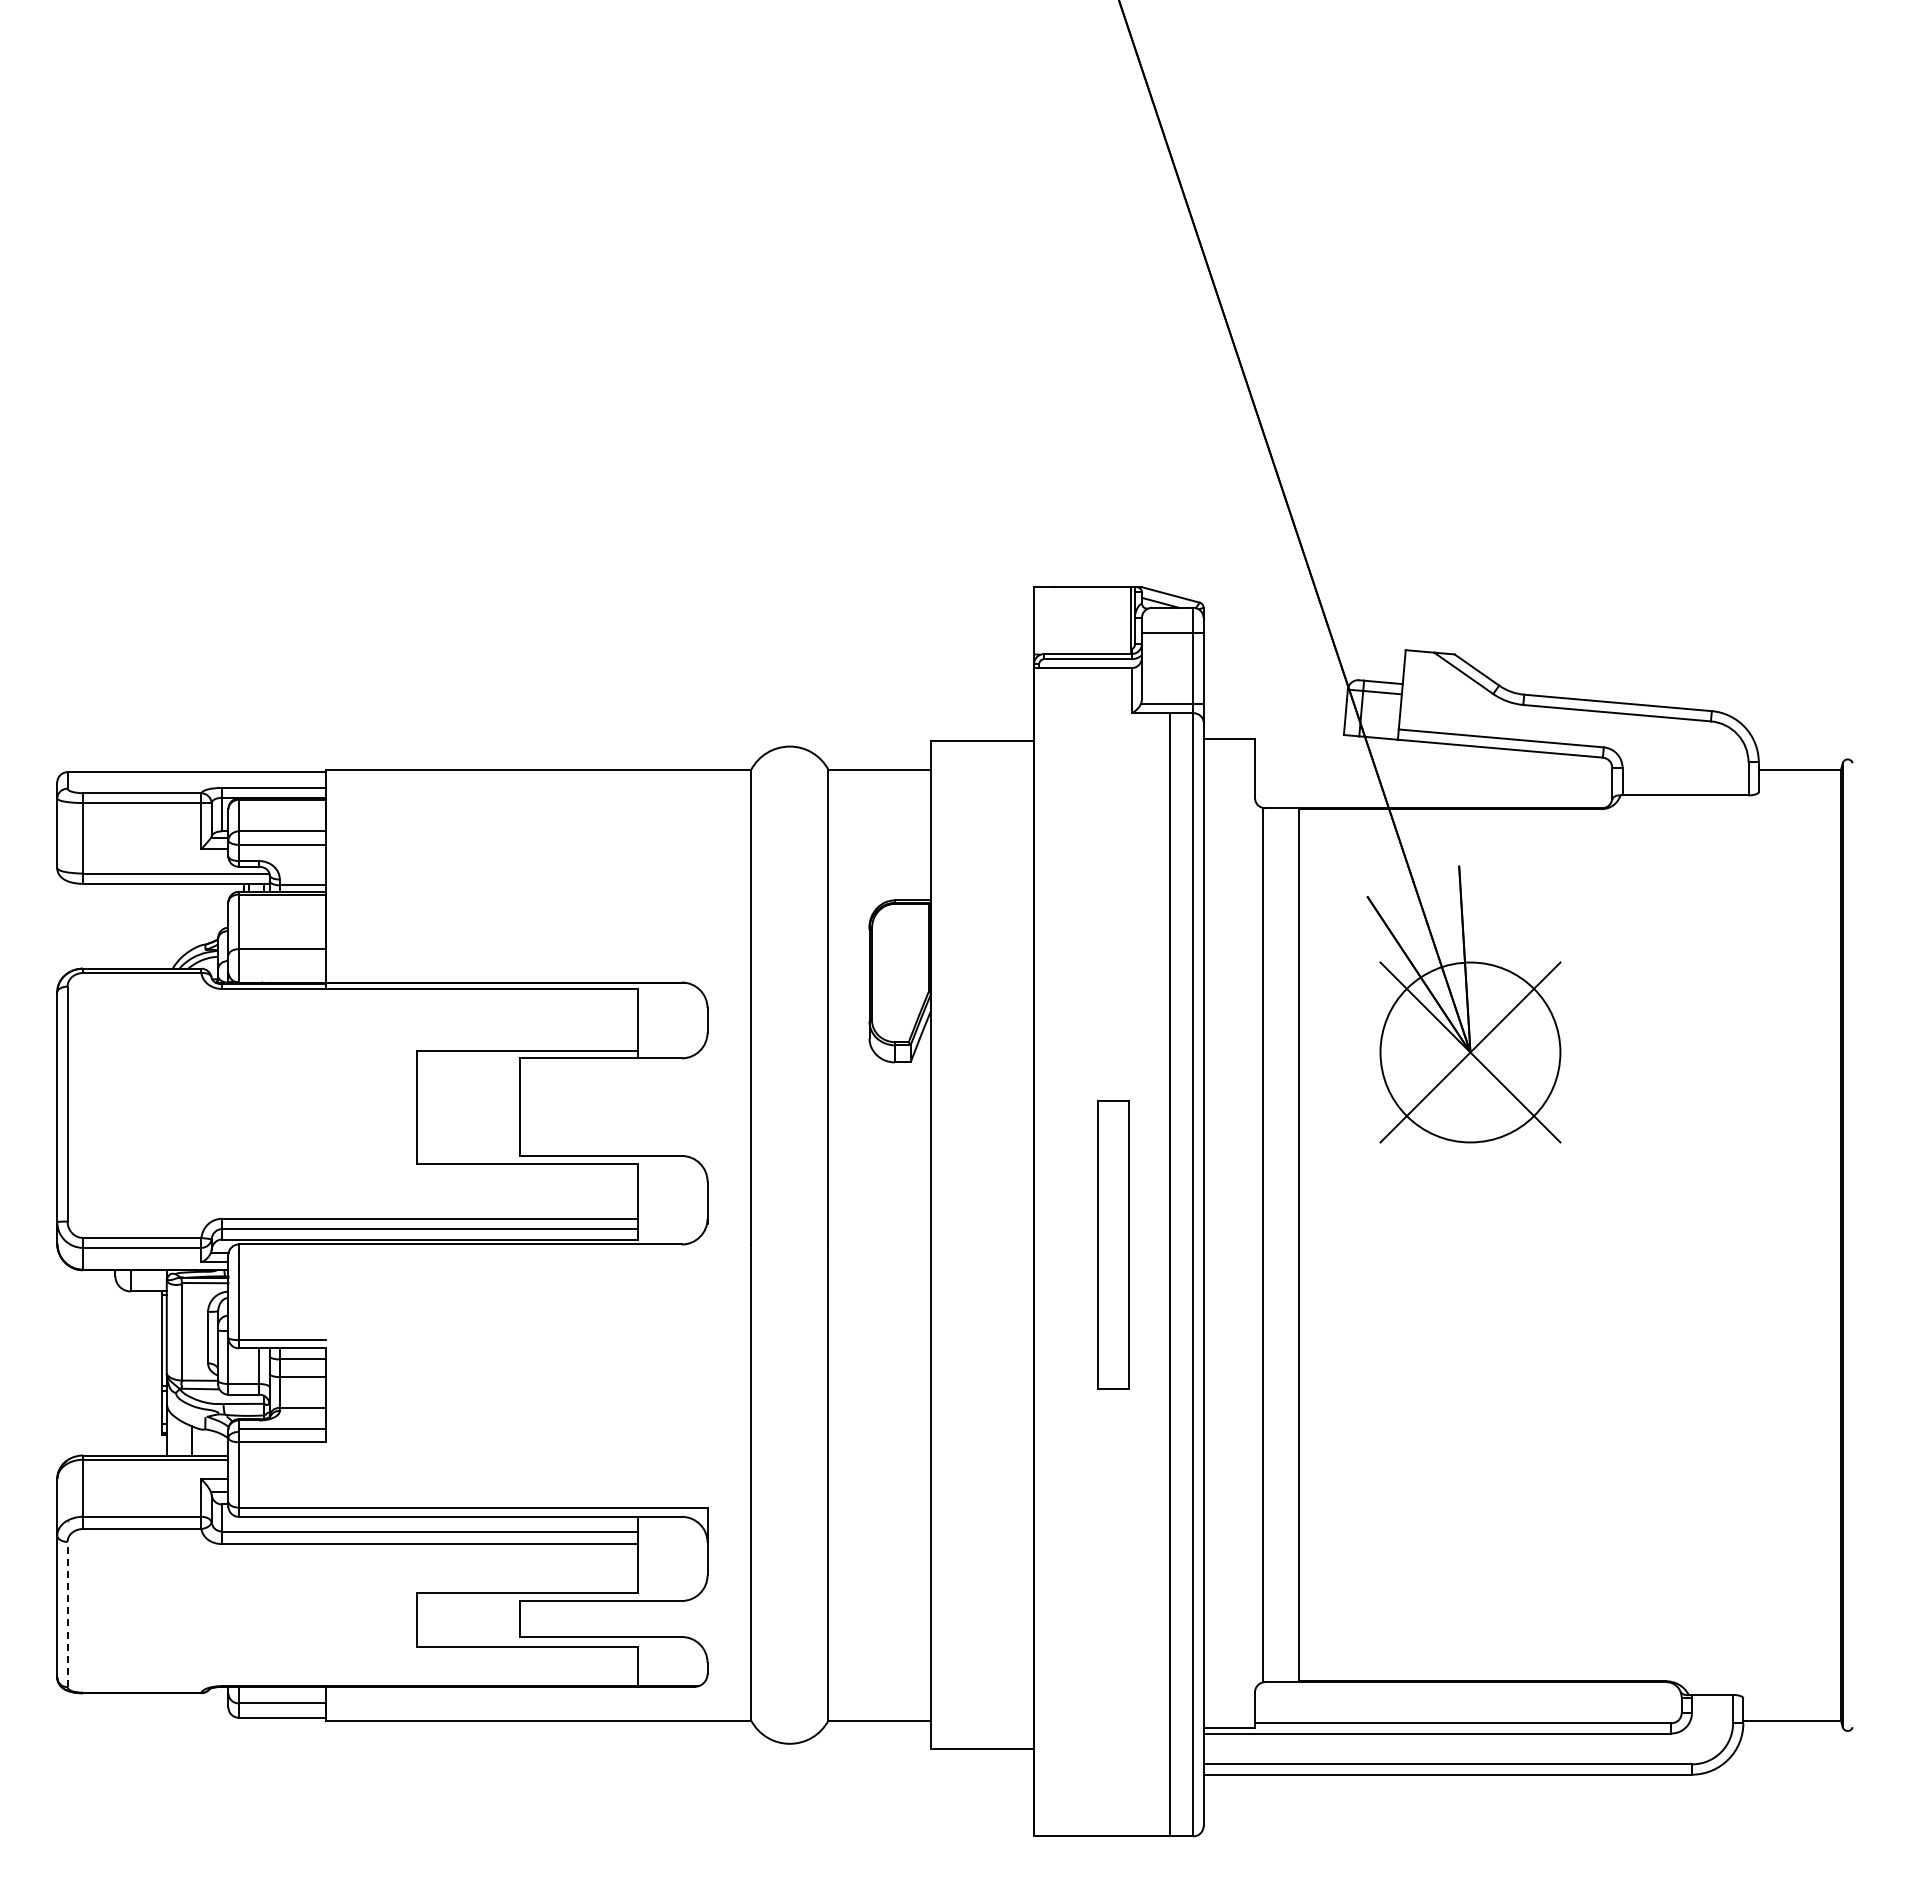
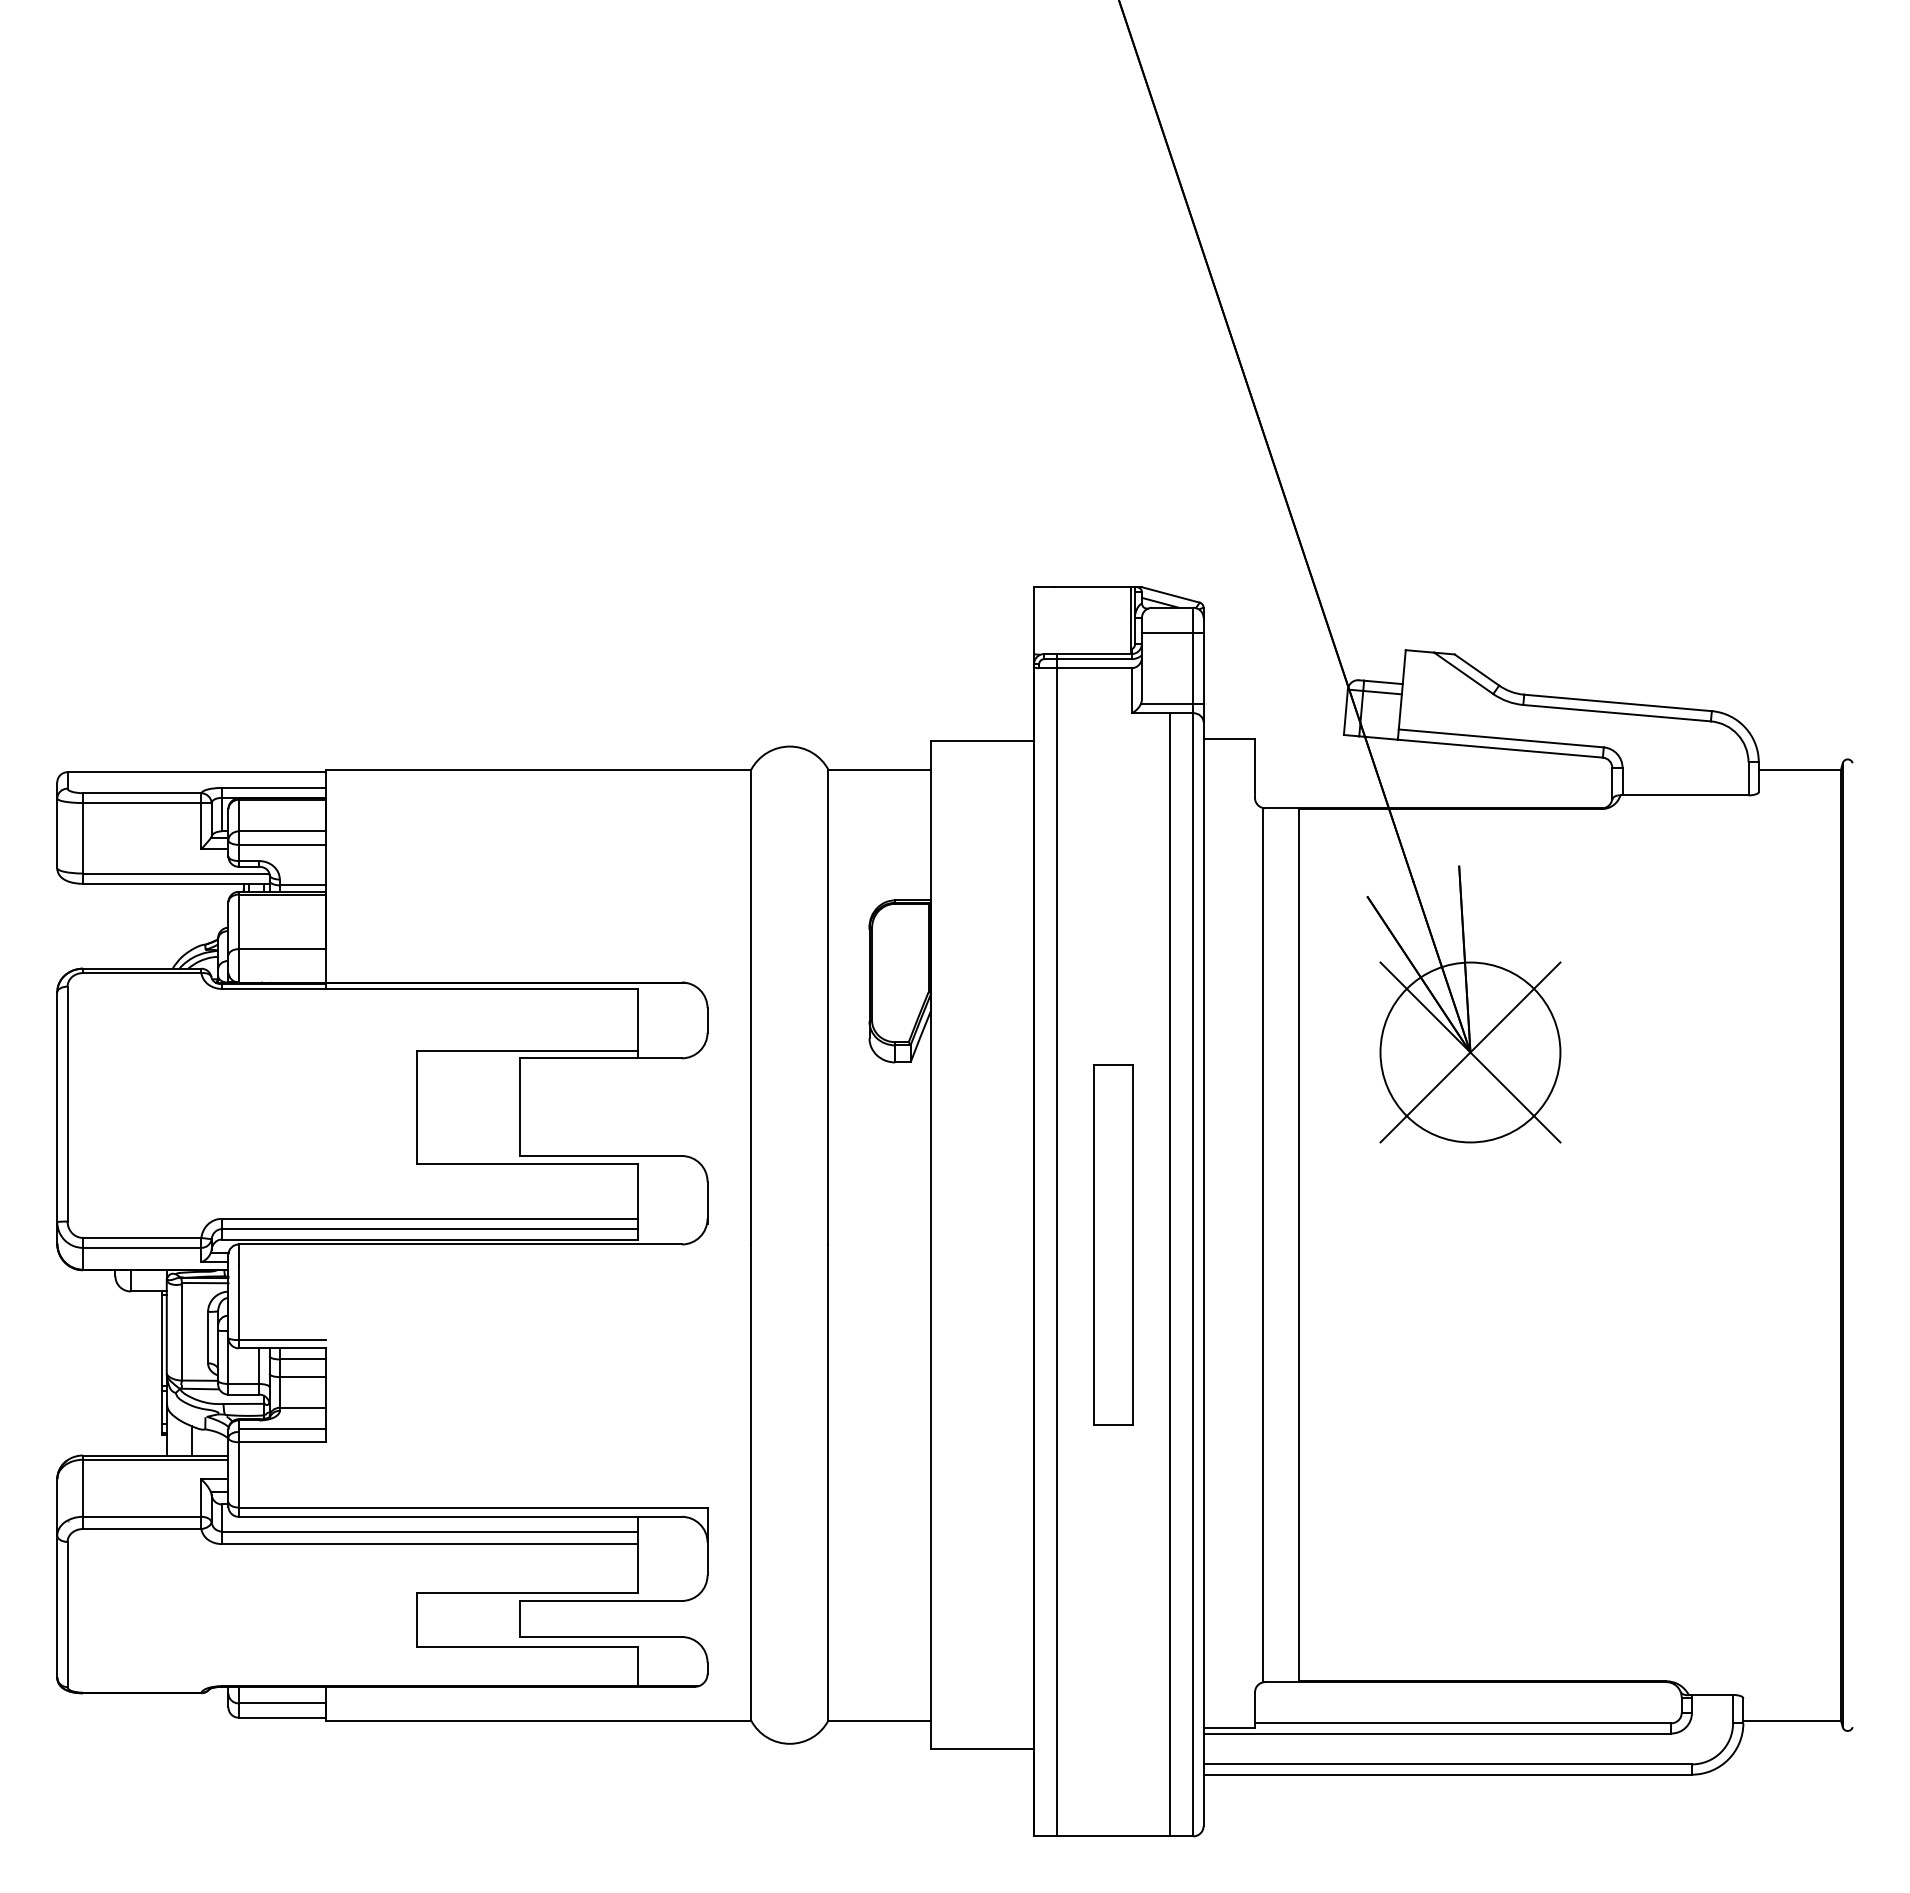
part at (1113, 1244) size: 33x290 px -> 41x362 px
line at (1057, 1245): none -> present
line at (67, 1614): dashed -> solid
